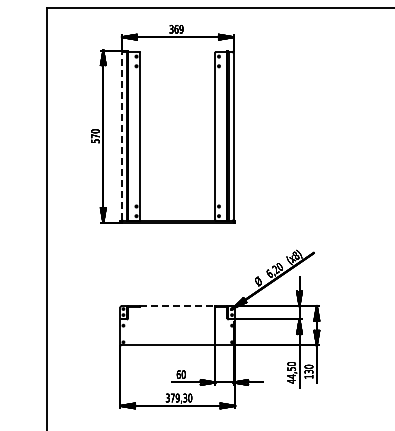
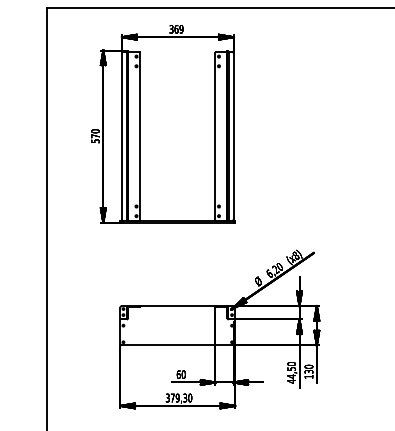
line at (122, 135): dashed -> solid
line at (177, 306): dashed -> solid
